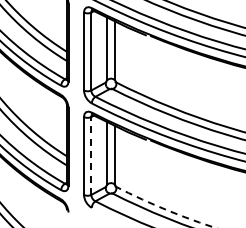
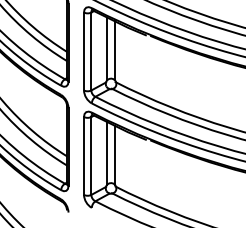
line at (91, 156): dashed -> solid
arc at (164, 209): dashed -> solid
